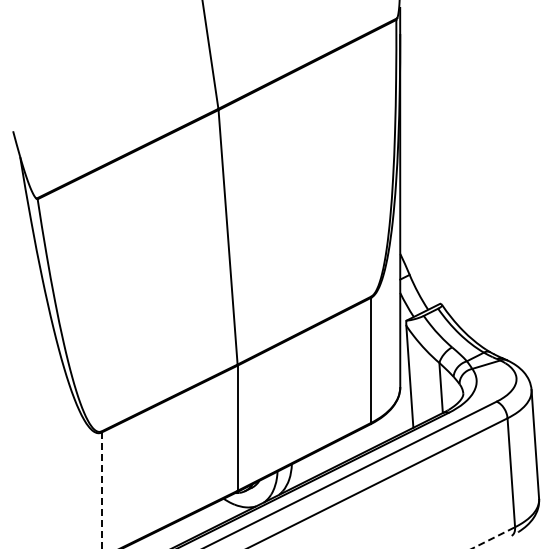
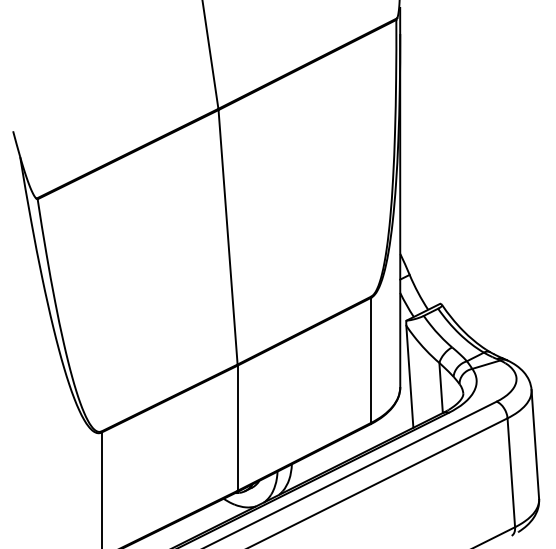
line at (101, 491): dashed -> solid
line at (493, 537): dashed -> solid
